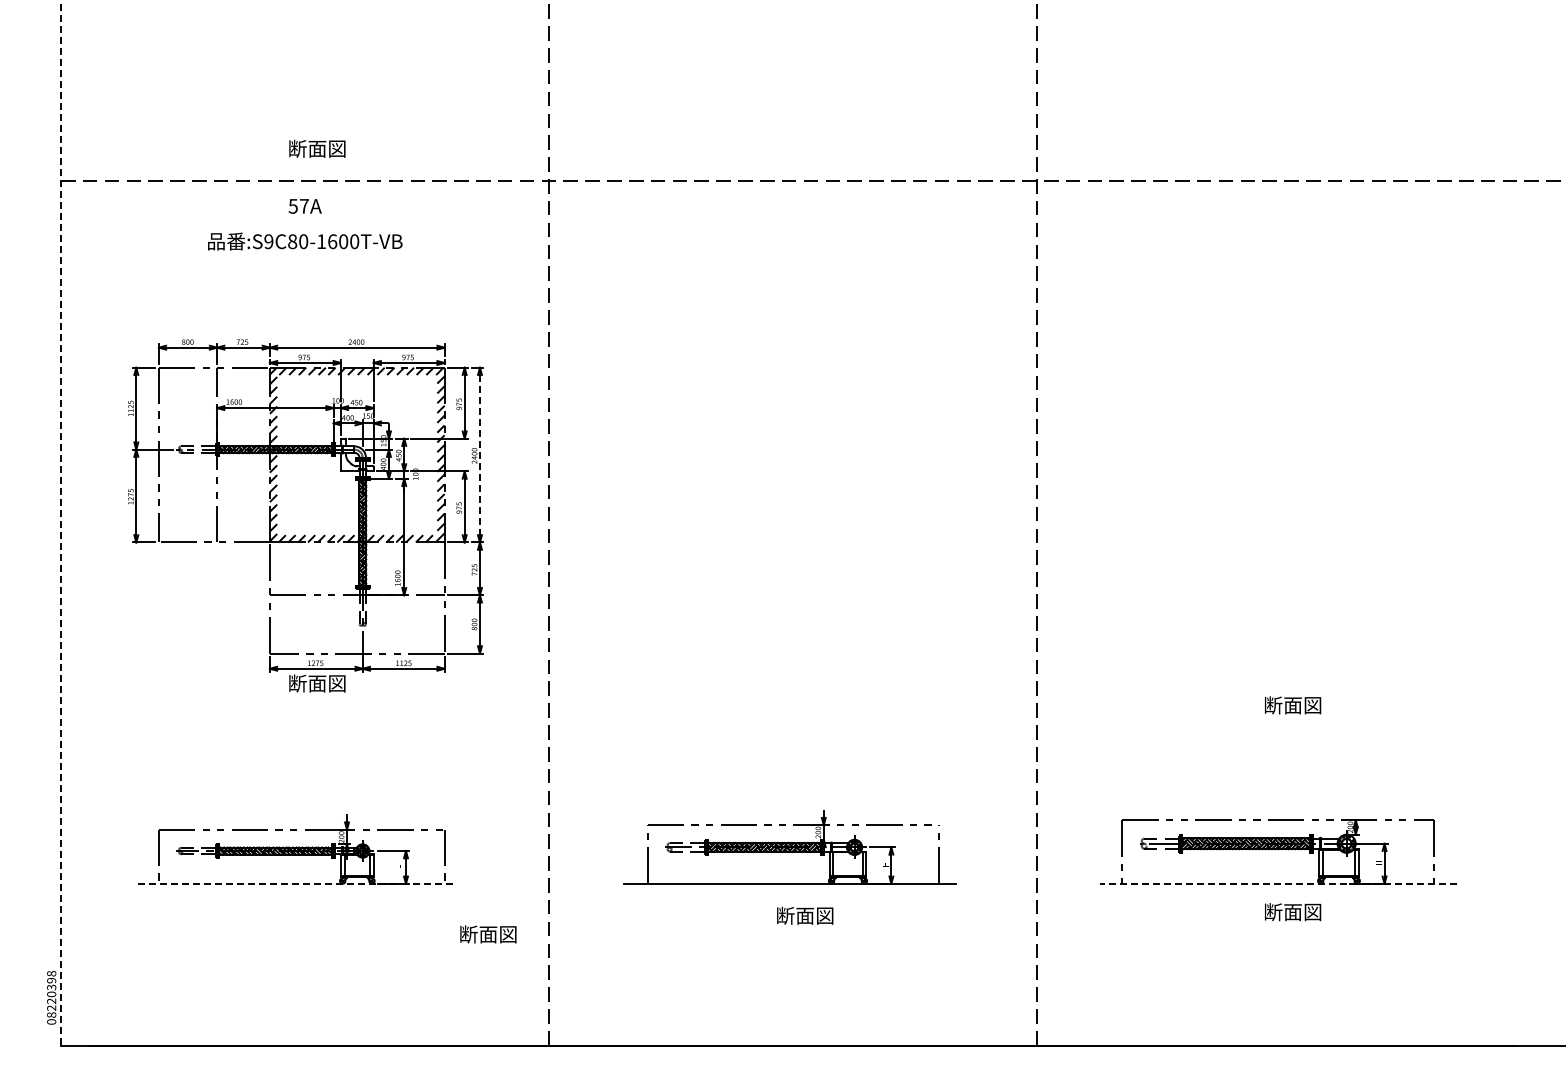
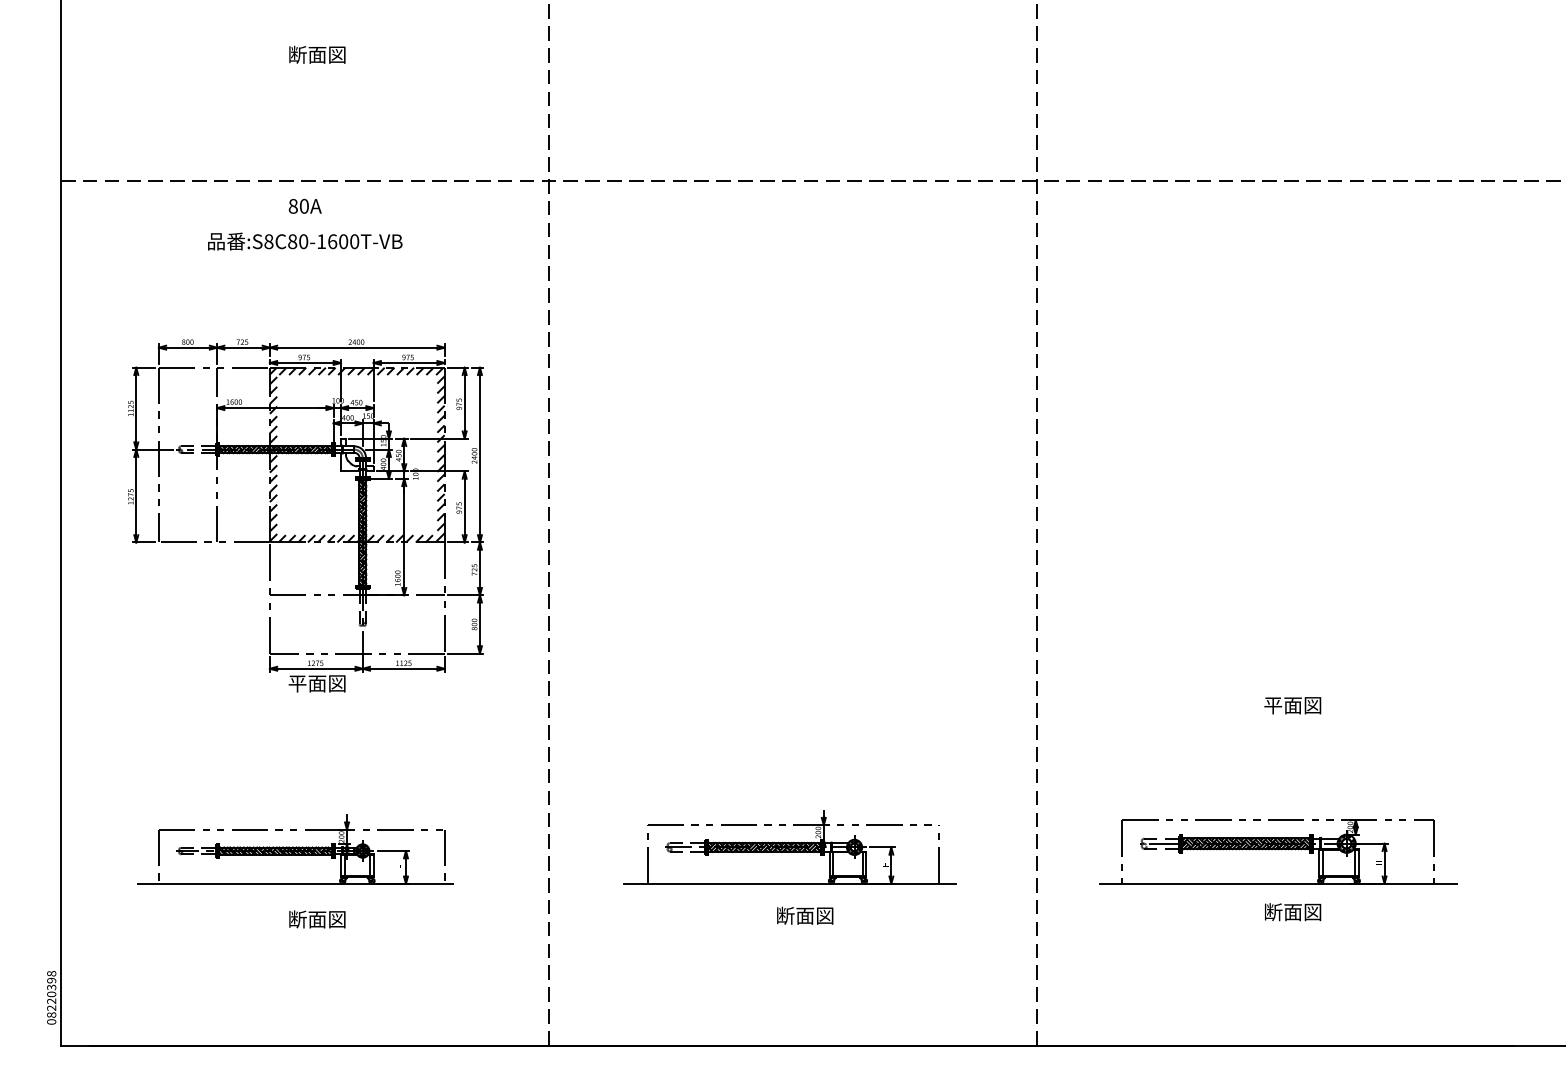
text at (317, 148) position: (317, 148) -> (317, 54)
text at (298, 205): 57A -> 80A
text at (268, 241): :S9C80-1600T-VB -> :S8C80-1600T-VB
line at (479, 455): dashed -> solid
line at (61, 523): dashed -> solid
text at (297, 683): 断面図 -> 平面図
text at (1273, 705): 断面図 -> 平面図
line at (295, 883): dashed -> solid
line at (1277, 883): dashed -> solid
text at (488, 934) position: (488, 934) -> (317, 919)
